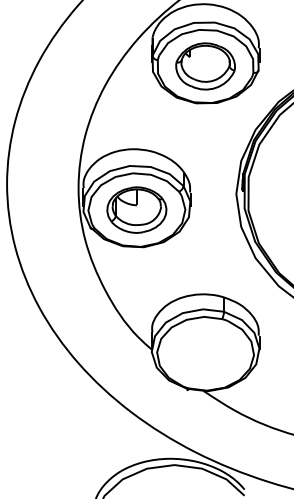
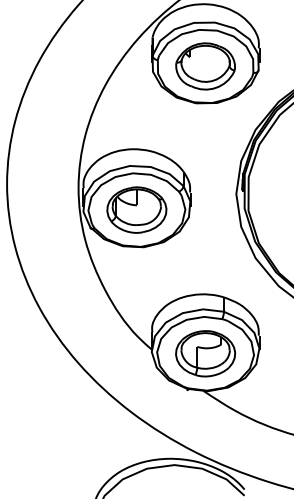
part at (205, 353): none -> present
